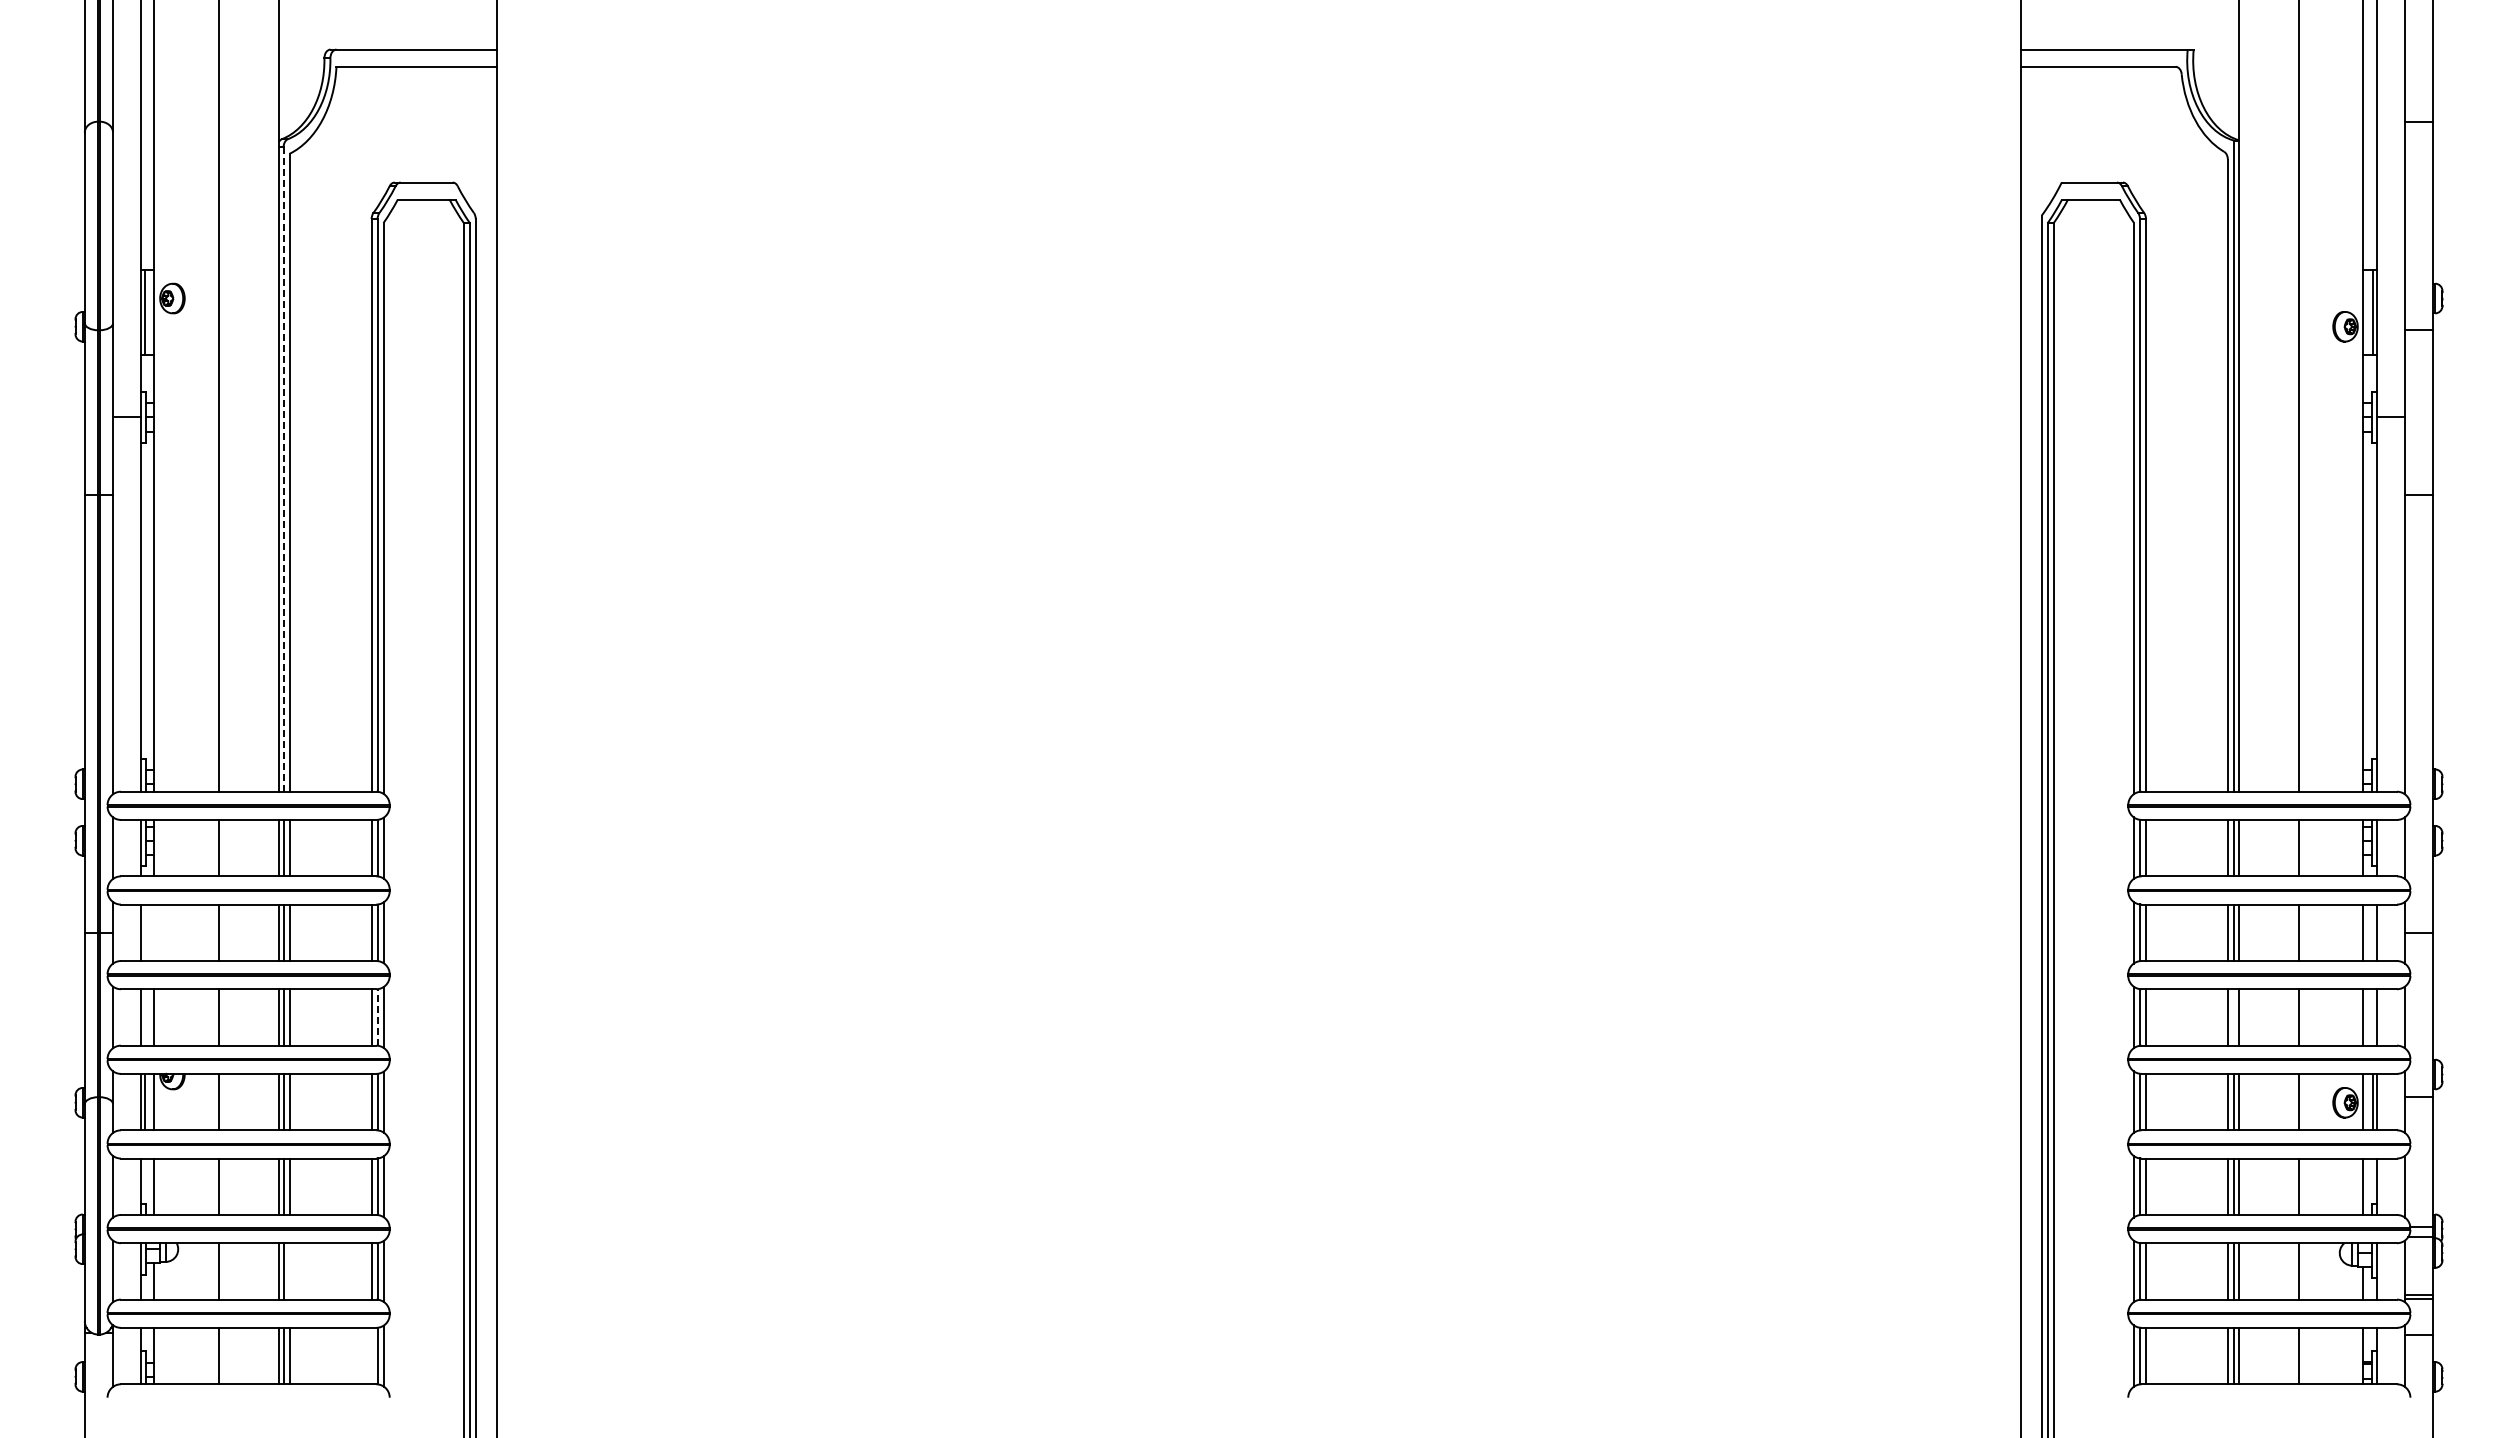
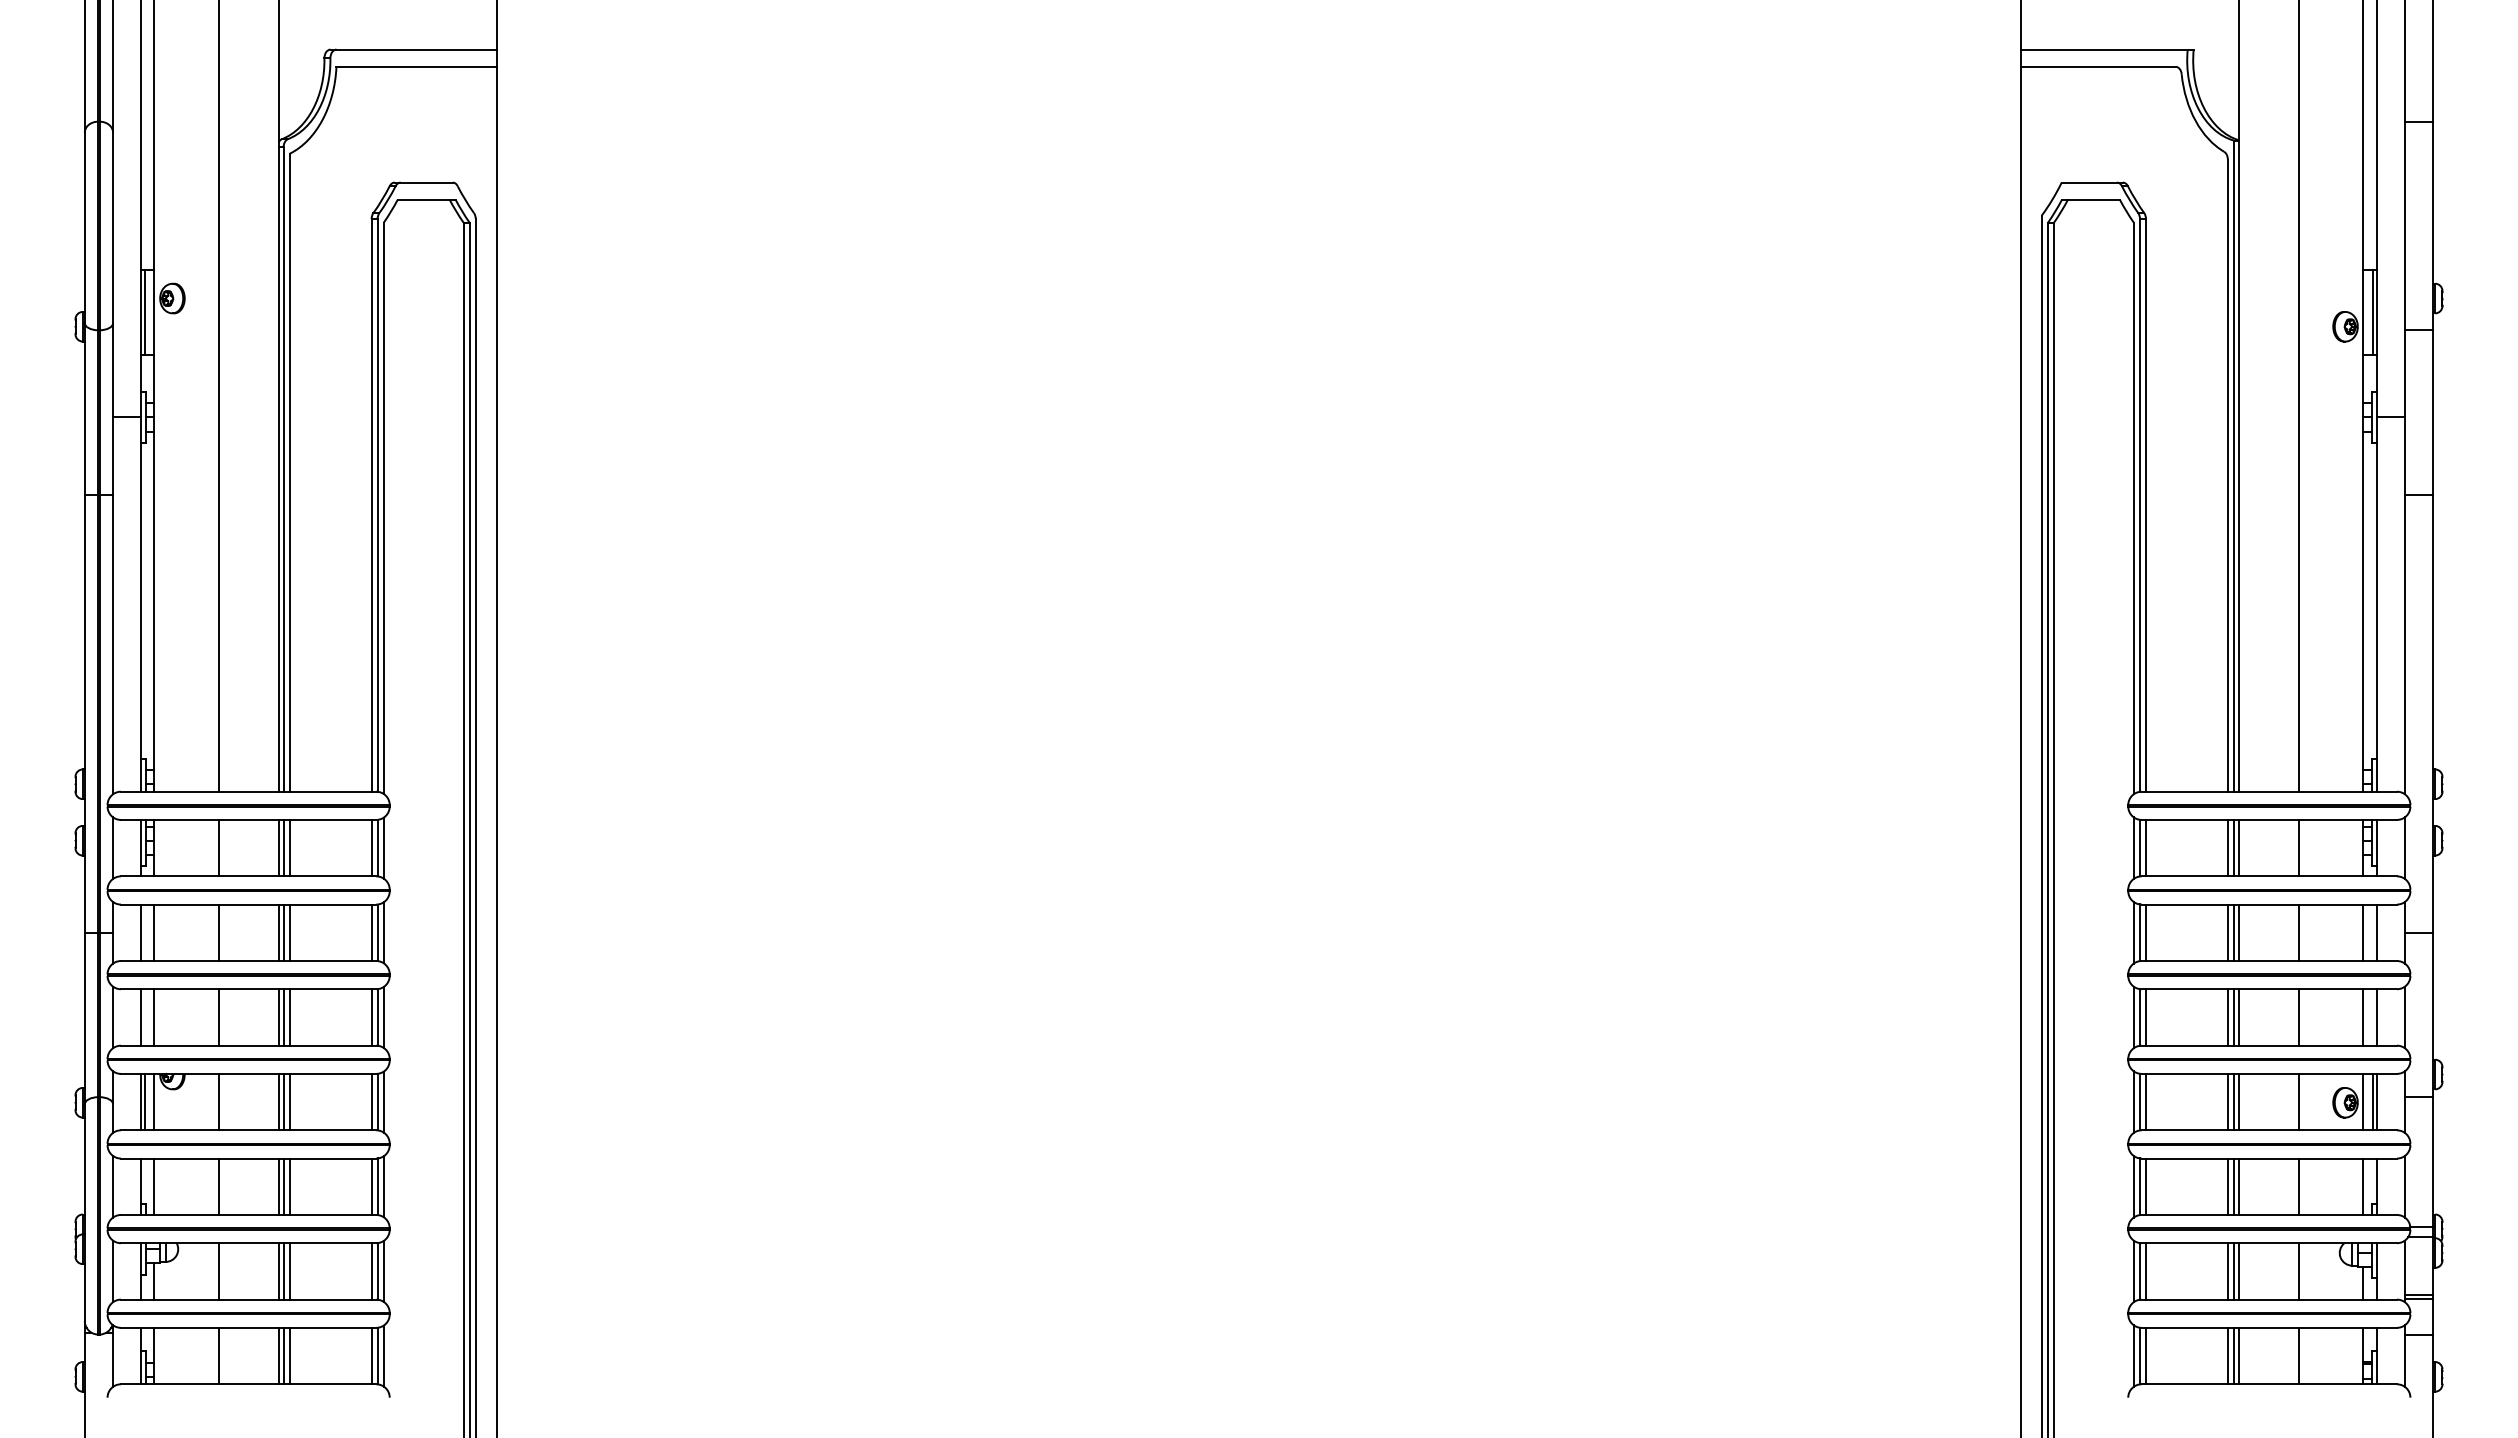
line at (283, 469): dashed -> solid
line at (154, 932): none -> present
line at (377, 1016): dashed -> solid
line at (2234, 1017): none -> present
line at (289, 1271): none -> present
line at (371, 1355): none -> present
